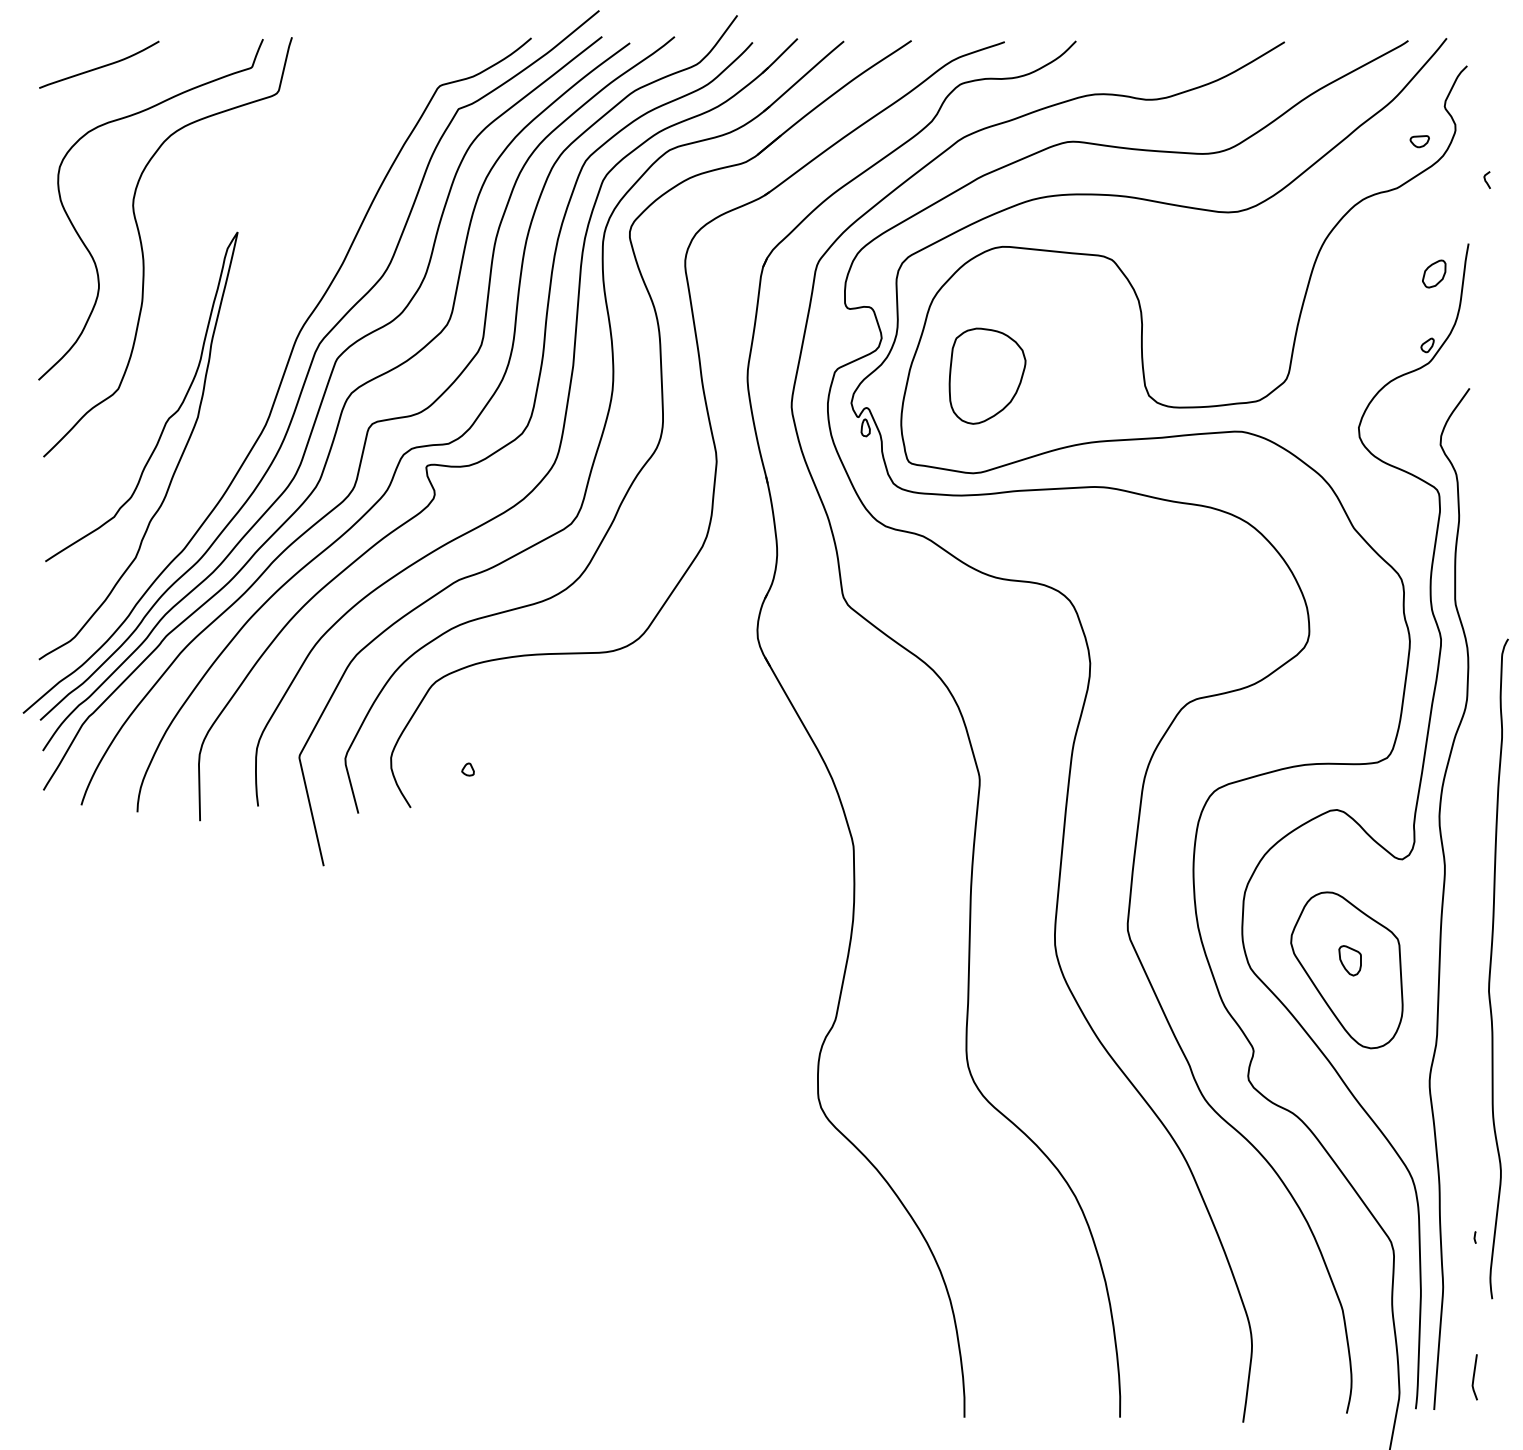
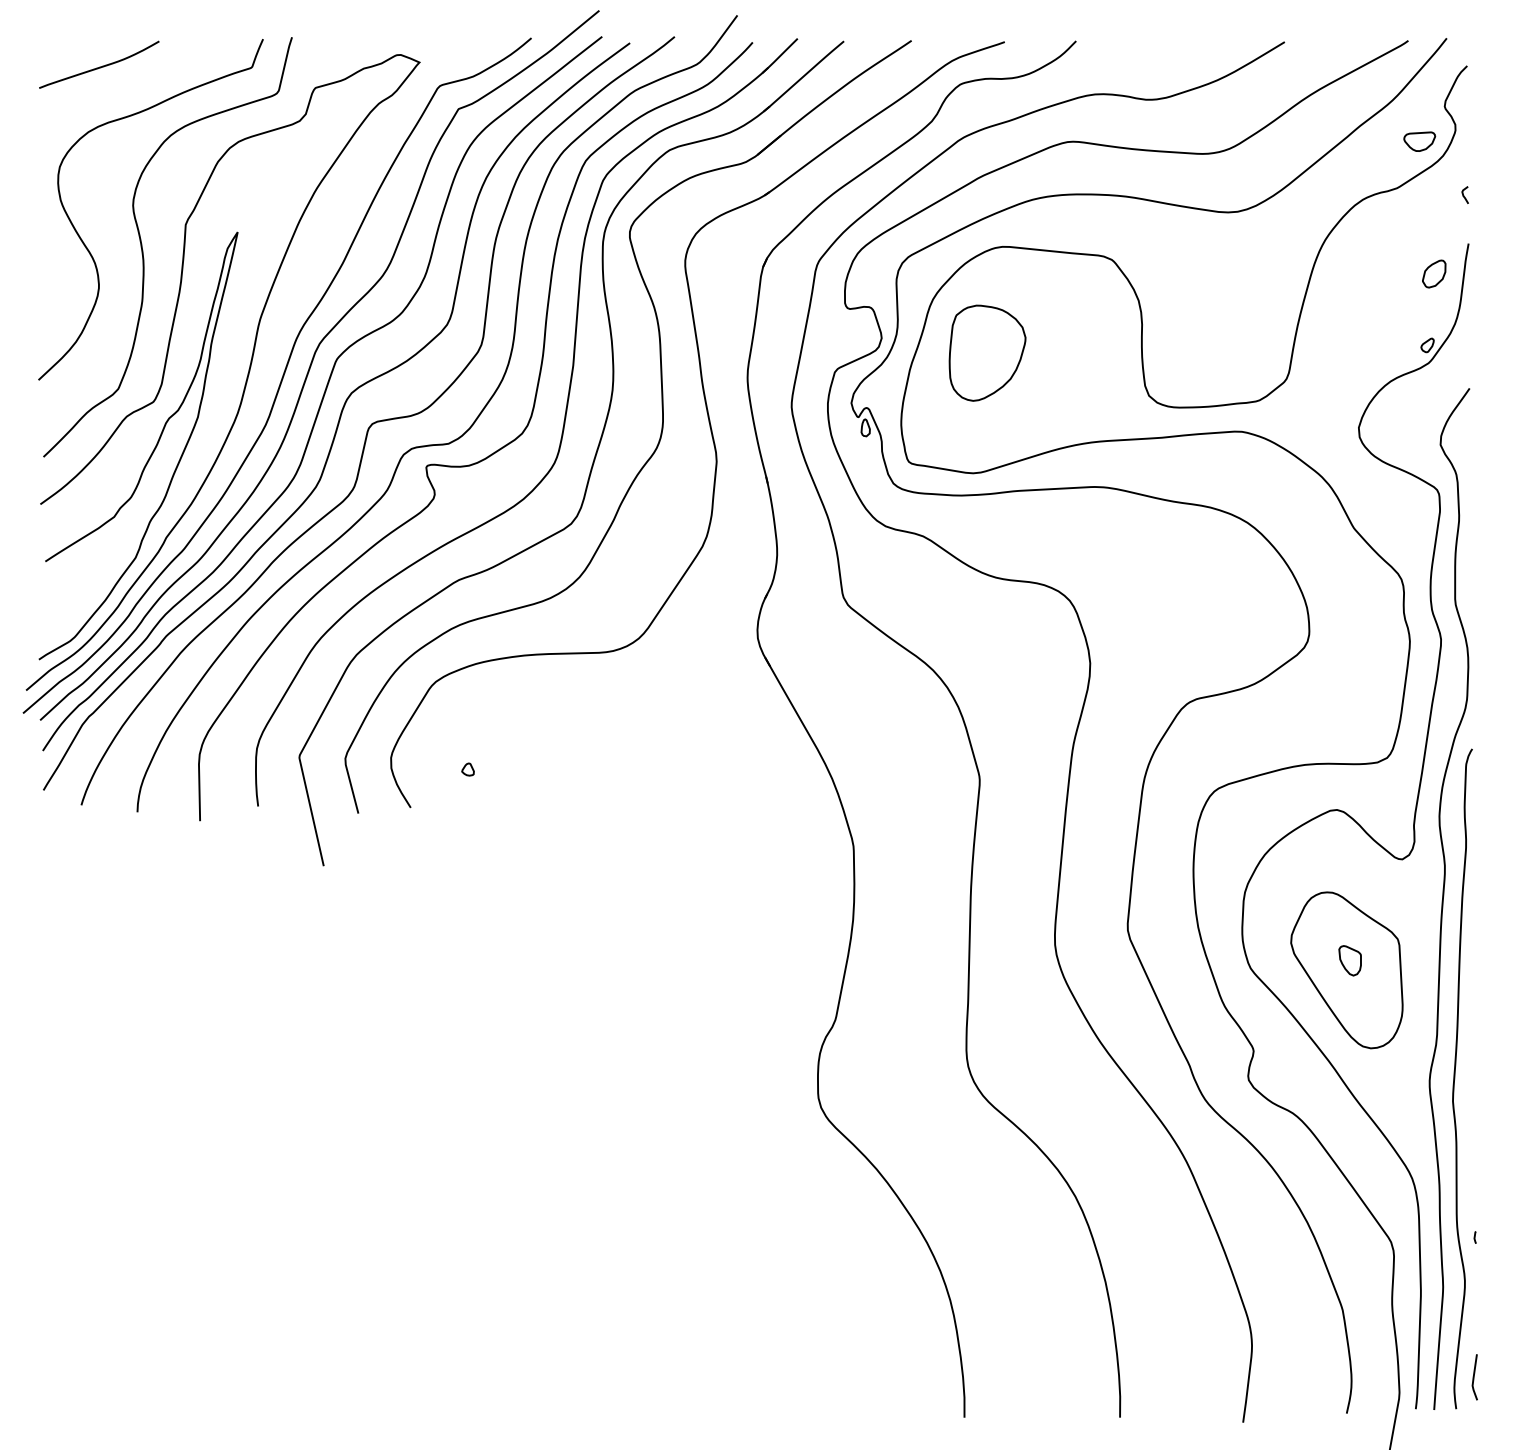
part at (1419, 141) size: 21x14 px -> 34x21 px
curve at (1485, 179) position: (1485, 179) -> (1463, 194)
part at (987, 375) position: (987, 375) -> (987, 352)
curve at (246, 377): none -> present
curve at (1491, 968) position: (1491, 968) -> (1455, 1078)
